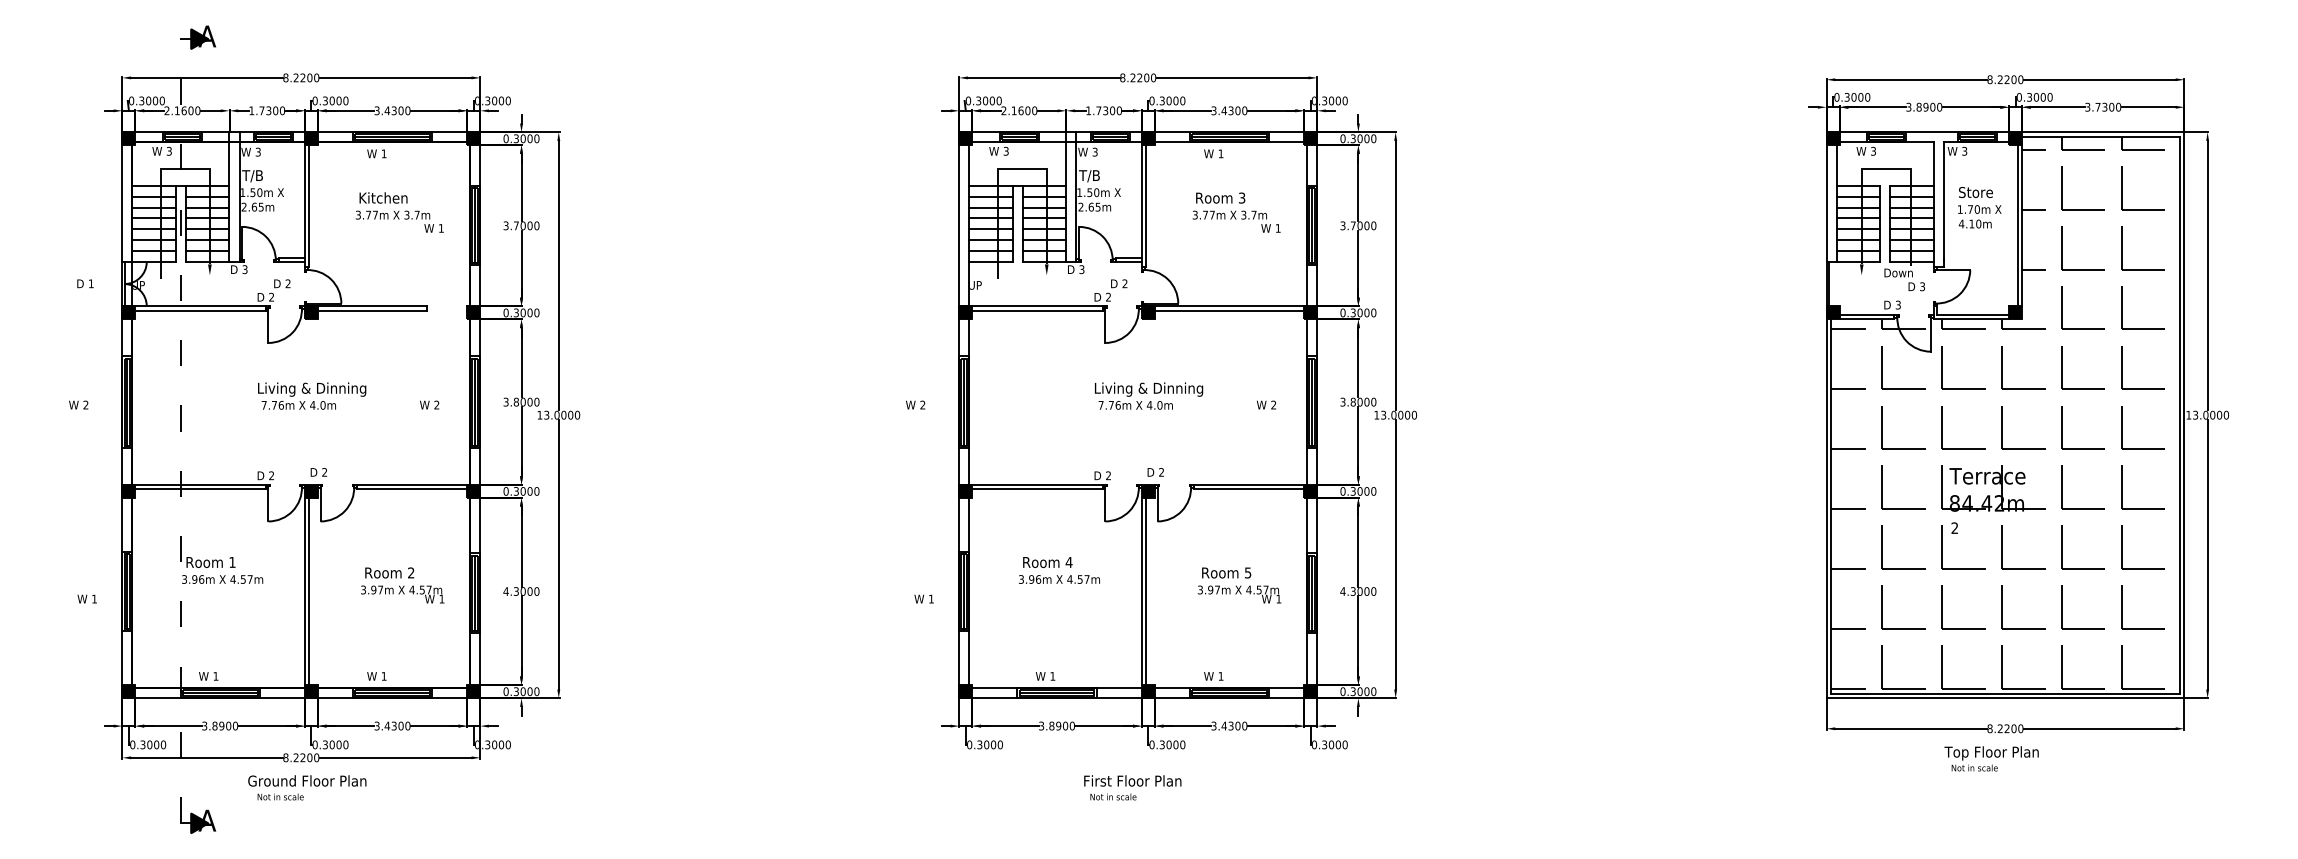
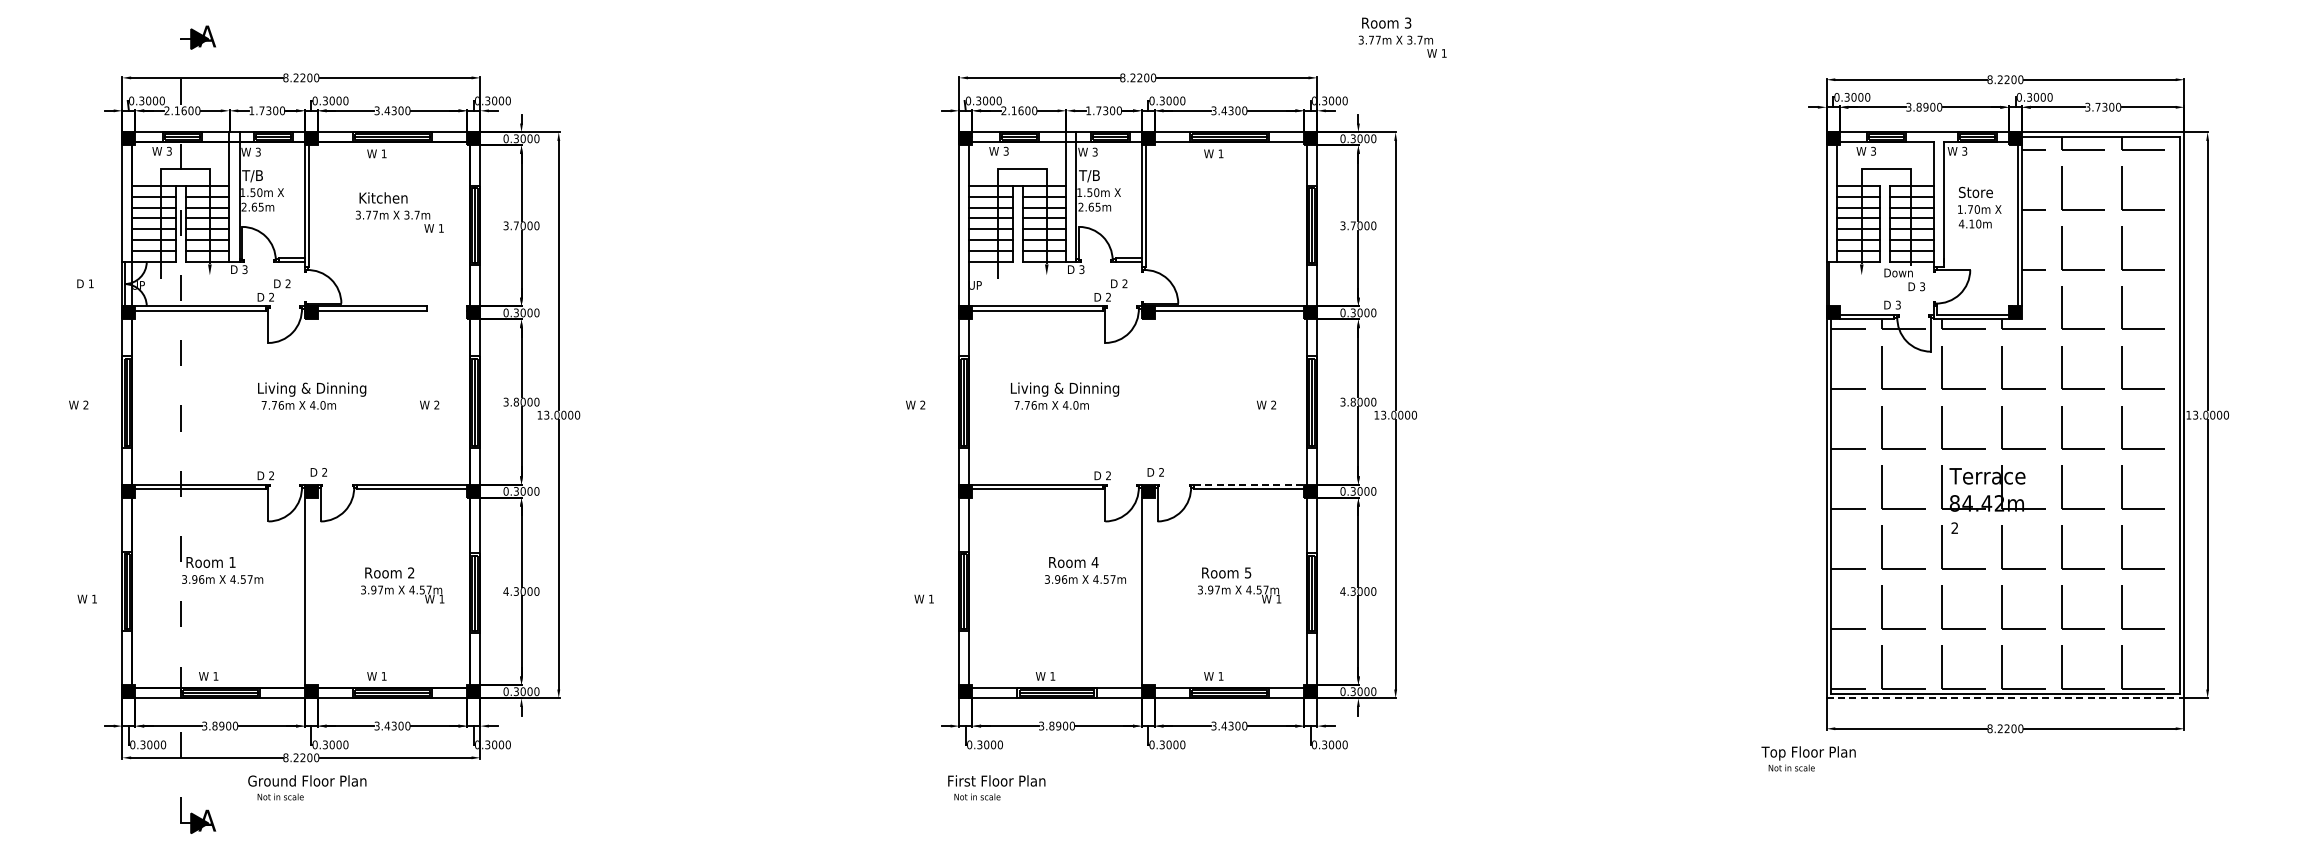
text at (1236, 212) position: (1236, 212) -> (1402, 37)
text at (1149, 395) position: (1149, 395) -> (1065, 395)
line at (1250, 484): solid -> dashed
text at (1059, 570) position: (1059, 570) -> (1085, 570)
line at (309, 591): present -> none
line at (1146, 591): present -> none
line at (2005, 698): solid -> dashed
text at (1991, 758) position: (1991, 758) -> (1808, 758)
text at (1132, 787) position: (1132, 787) -> (996, 787)
